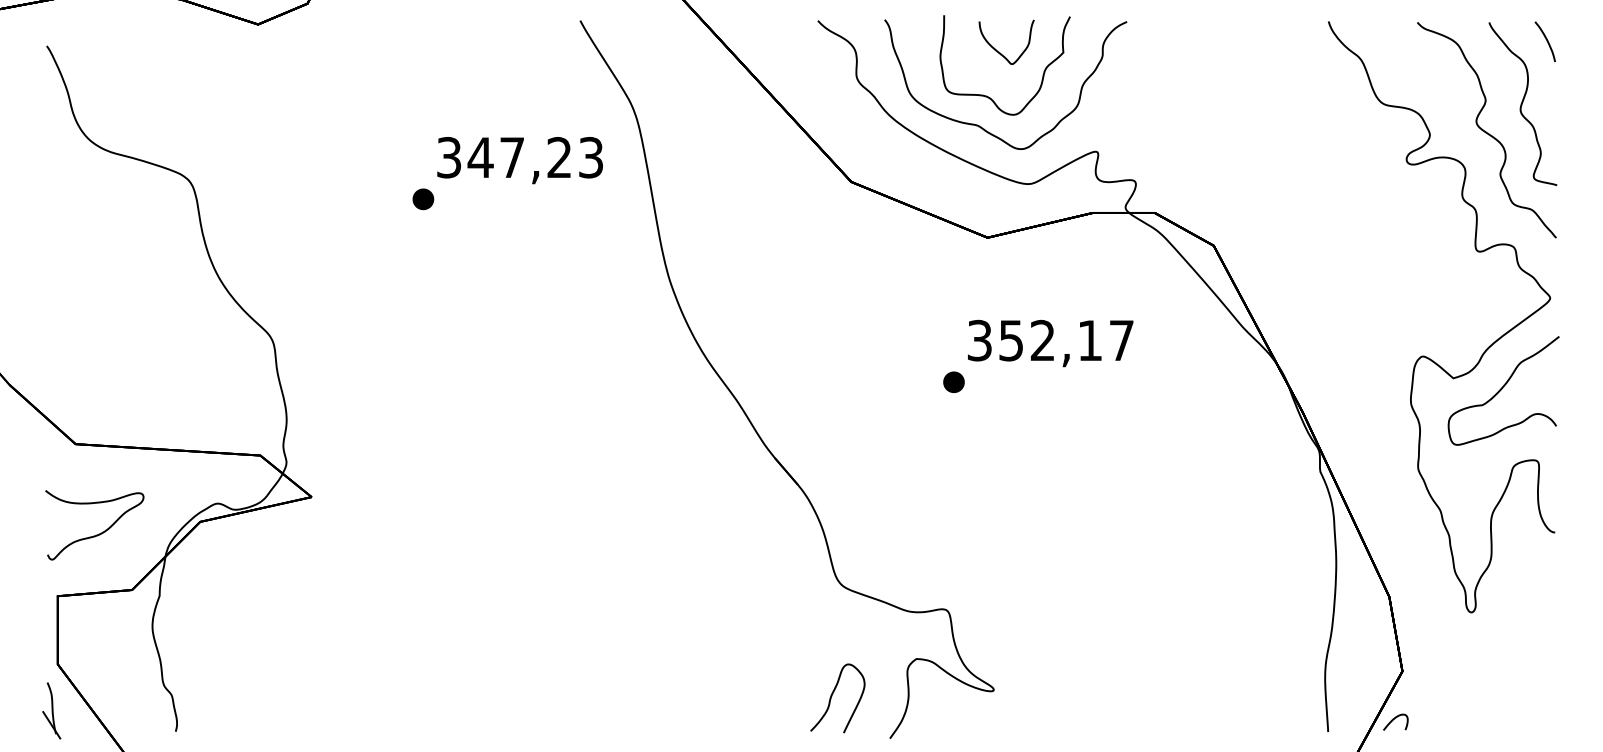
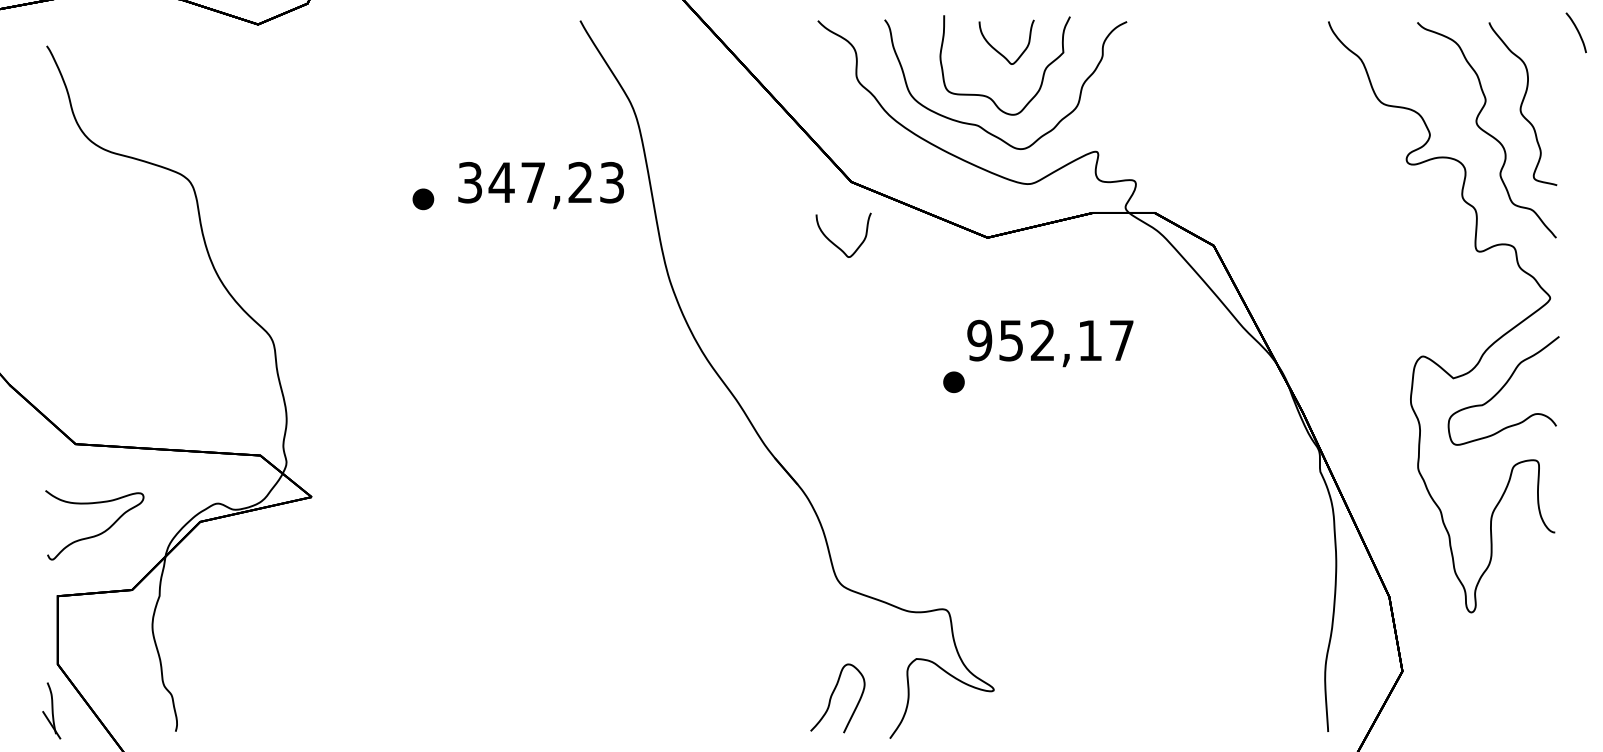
part at (1544, 41) position: (1544, 41) -> (1575, 32)
text at (519, 160) position: (519, 160) -> (540, 185)
curve at (836, 244): none -> present
text at (979, 340): 352,17 -> 952,17
curve at (1394, 719): present -> none
